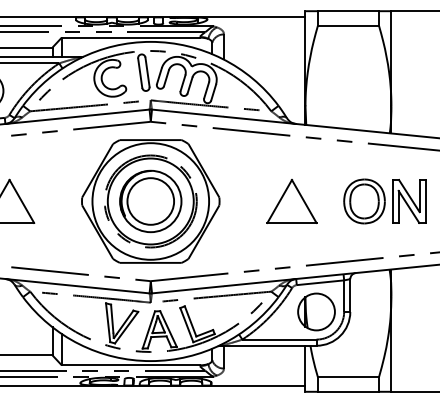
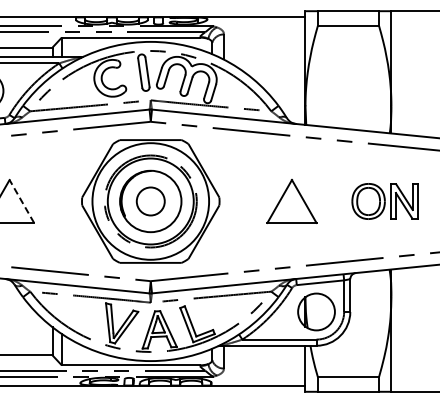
line at (21, 201): solid -> dashed
circle at (150, 201) diameter: 47 px -> 28 px
part at (384, 201) size: 84x47 px -> 68x37 px
